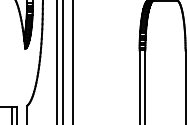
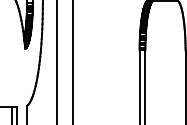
line at (63, 61): present -> none
